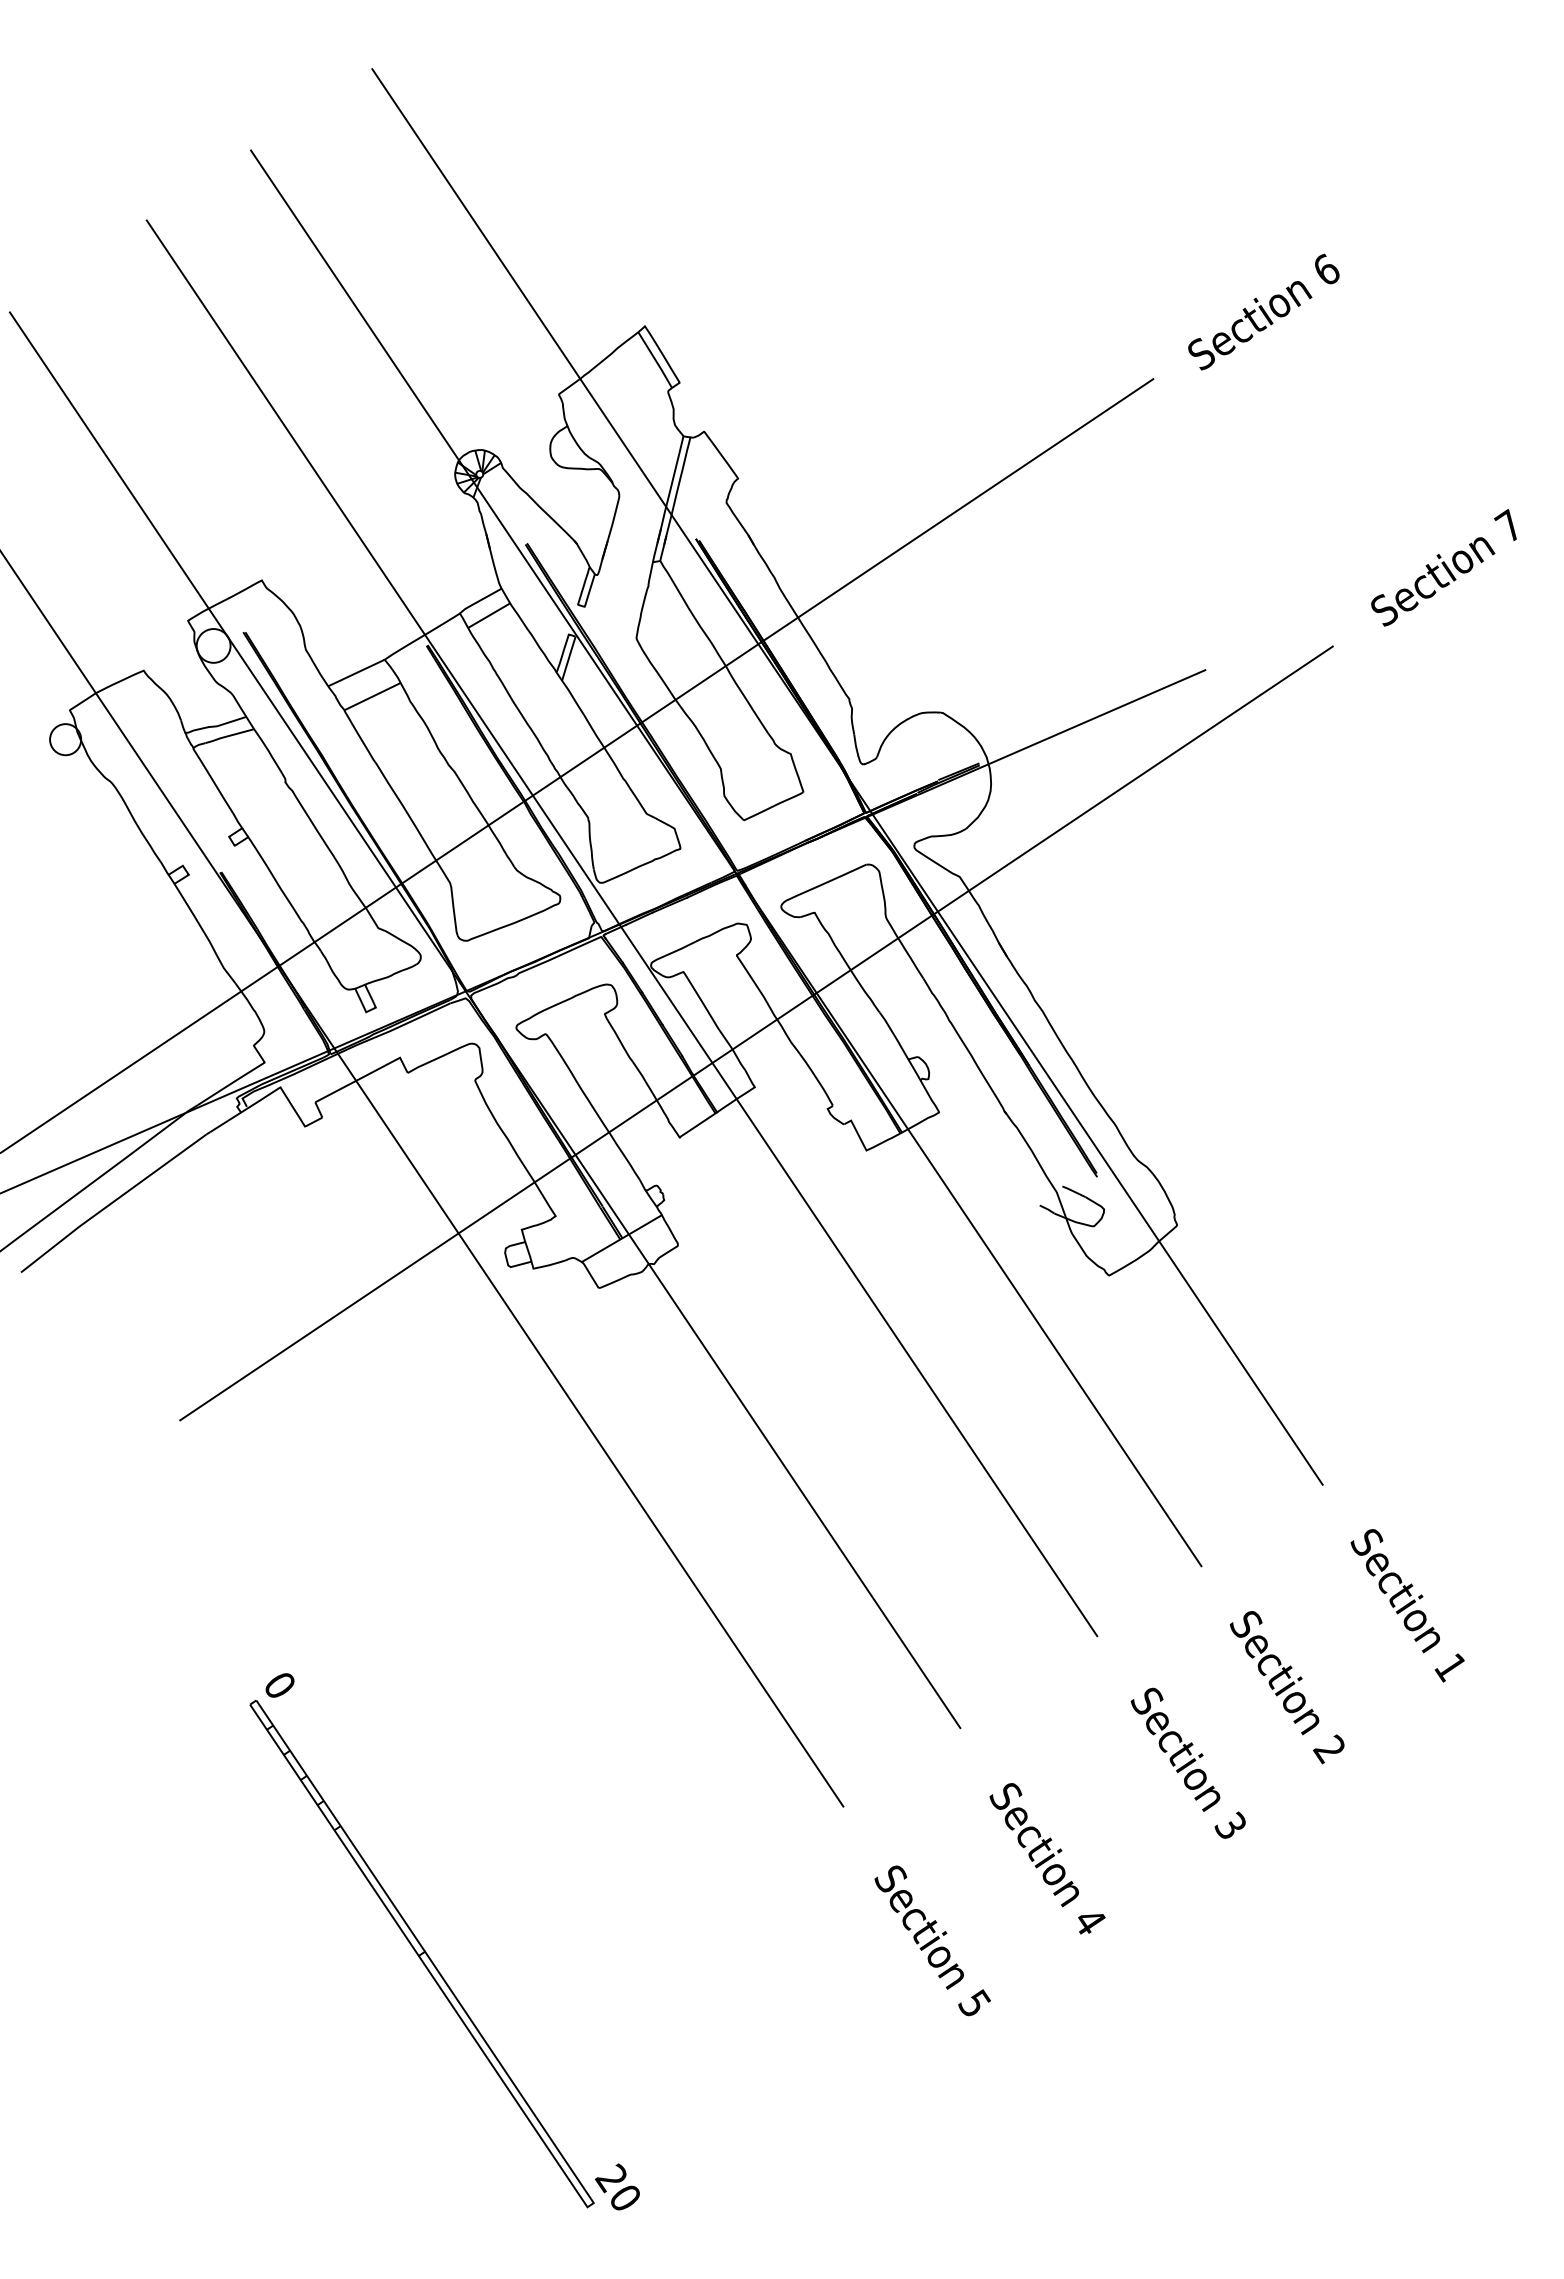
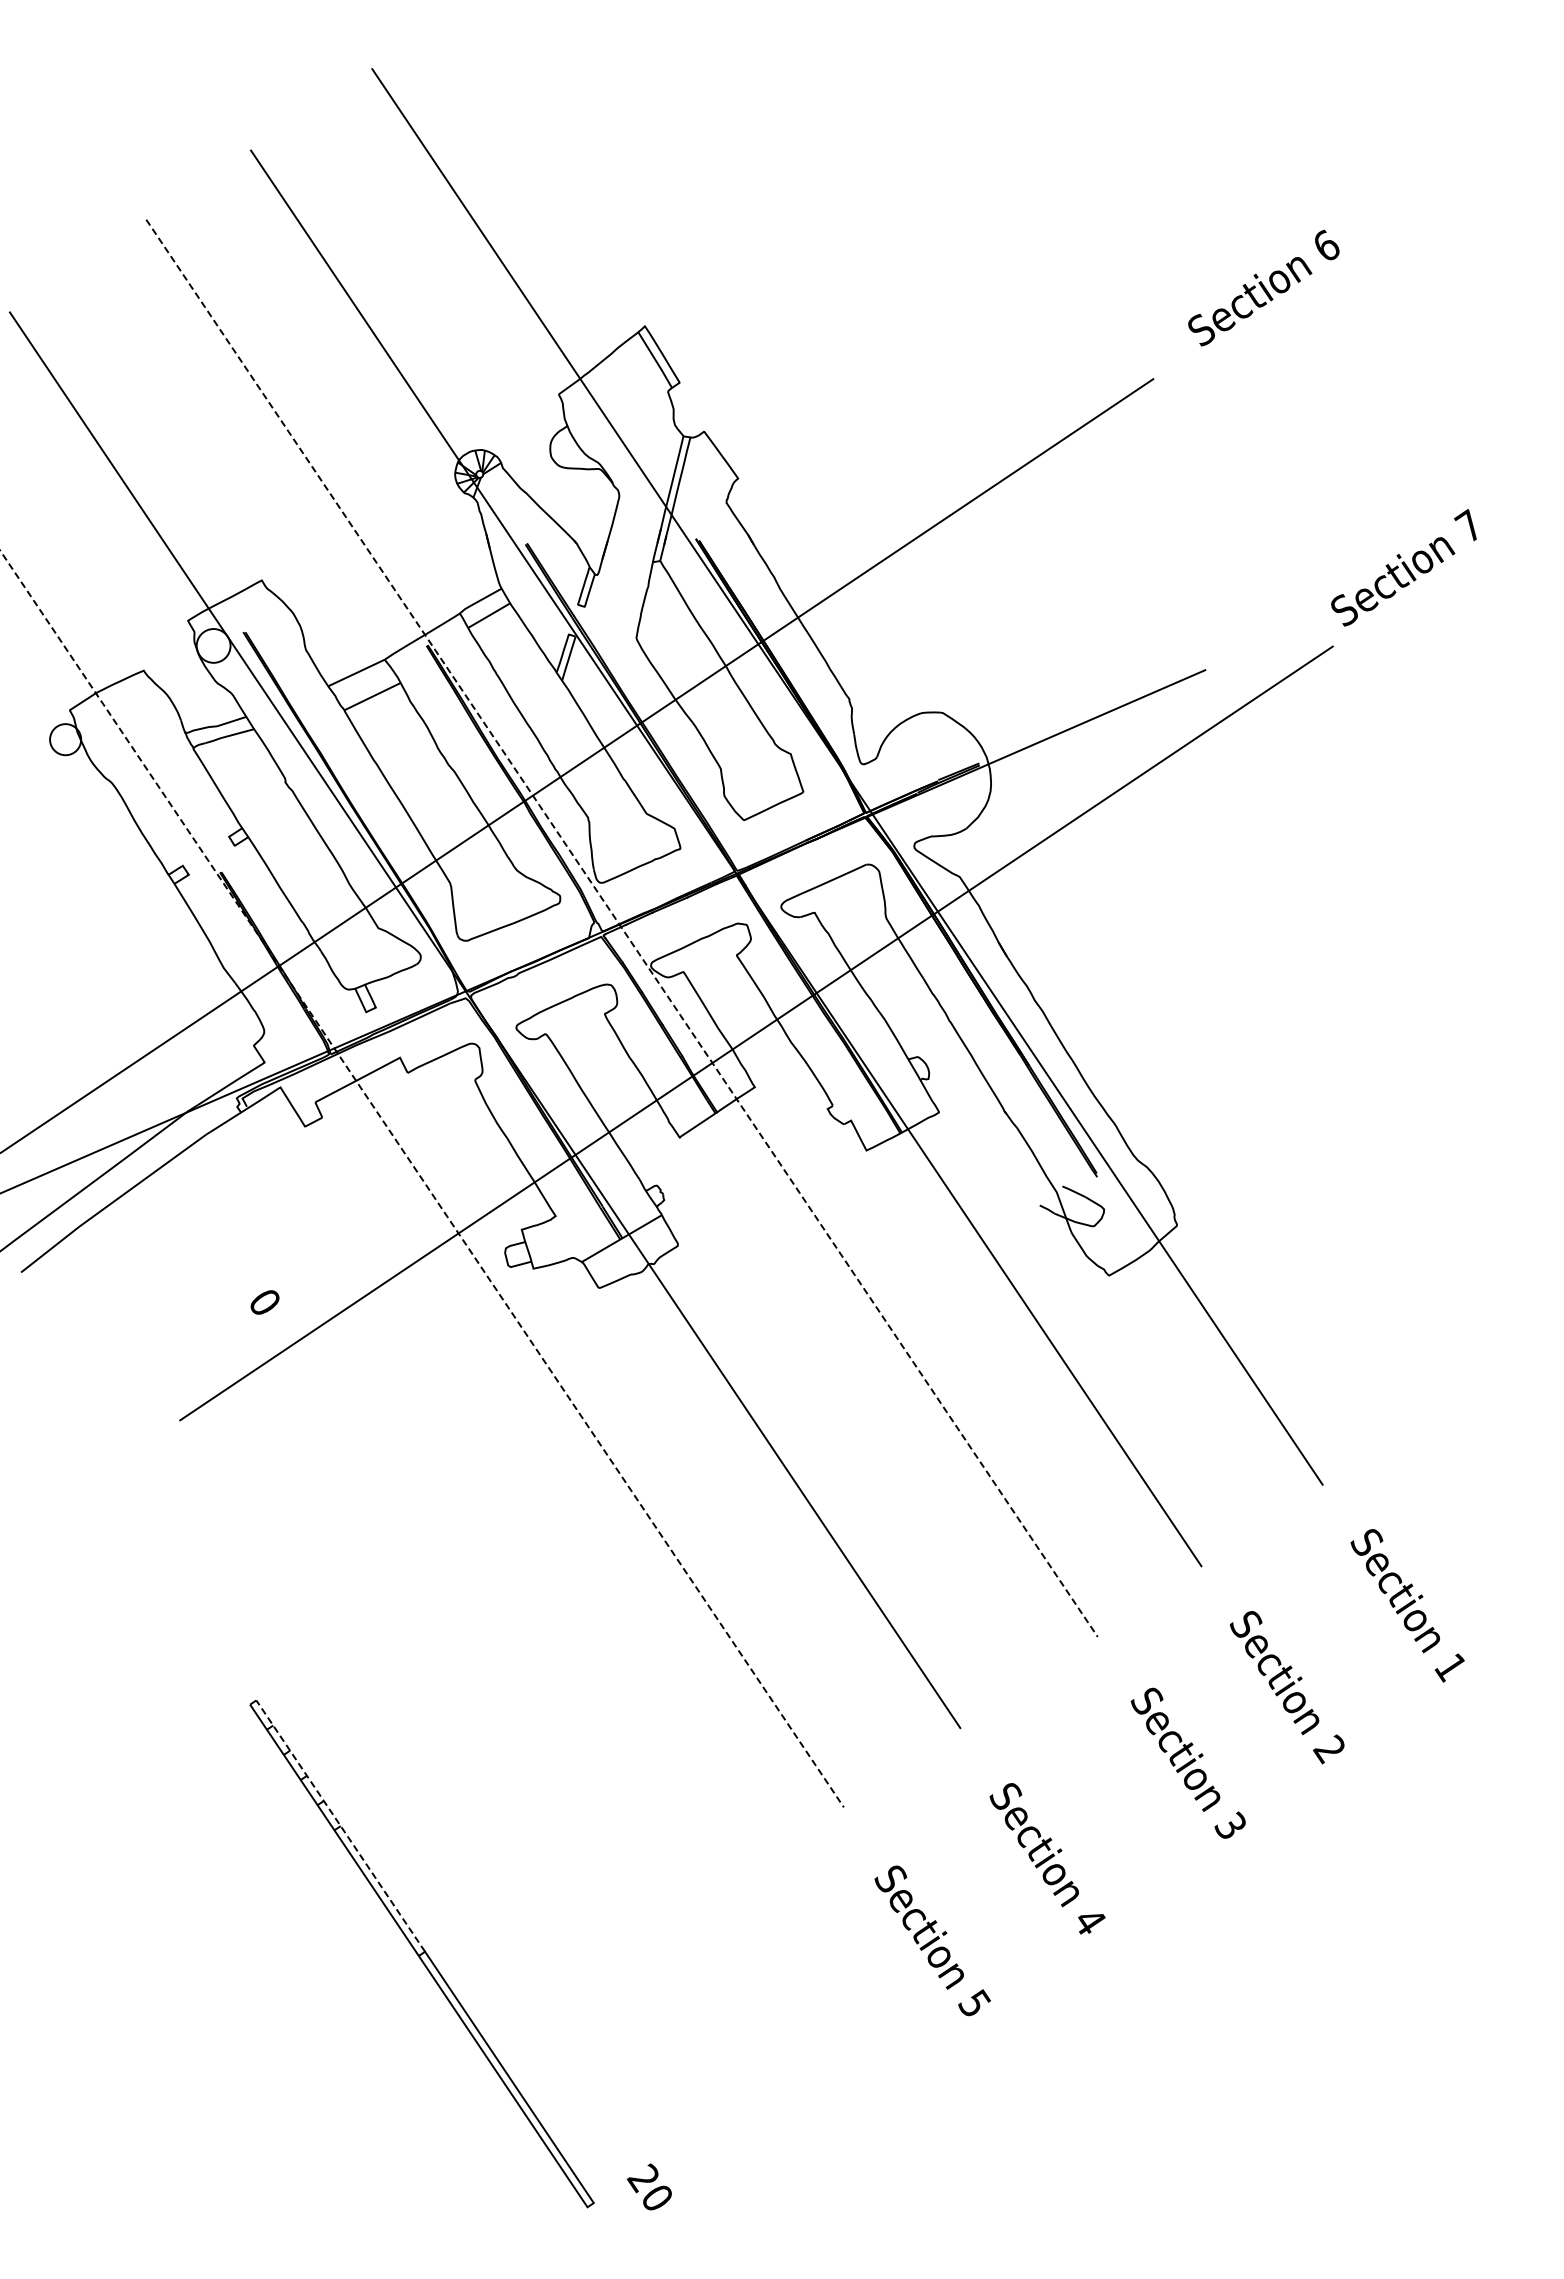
text at (1263, 311) position: (1263, 311) -> (1263, 287)
text at (1443, 567) position: (1443, 567) -> (1403, 567)
line at (622, 928): solid -> dashed
line at (421, 1178): solid -> dashed
text at (279, 1685) position: (279, 1685) -> (264, 1302)
line at (340, 1825): solid -> dashed
text at (616, 2186) position: (616, 2186) -> (648, 2186)
